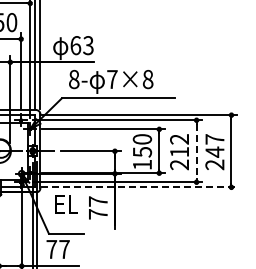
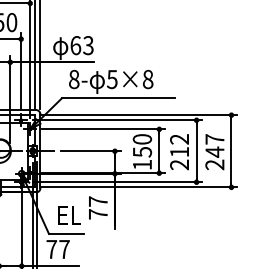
text at (111, 79): 7×8 -> 5×8
line at (196, 151): dashed -> solid
line at (139, 187): dashed -> solid
text at (66, 204) position: (66, 204) -> (69, 215)
